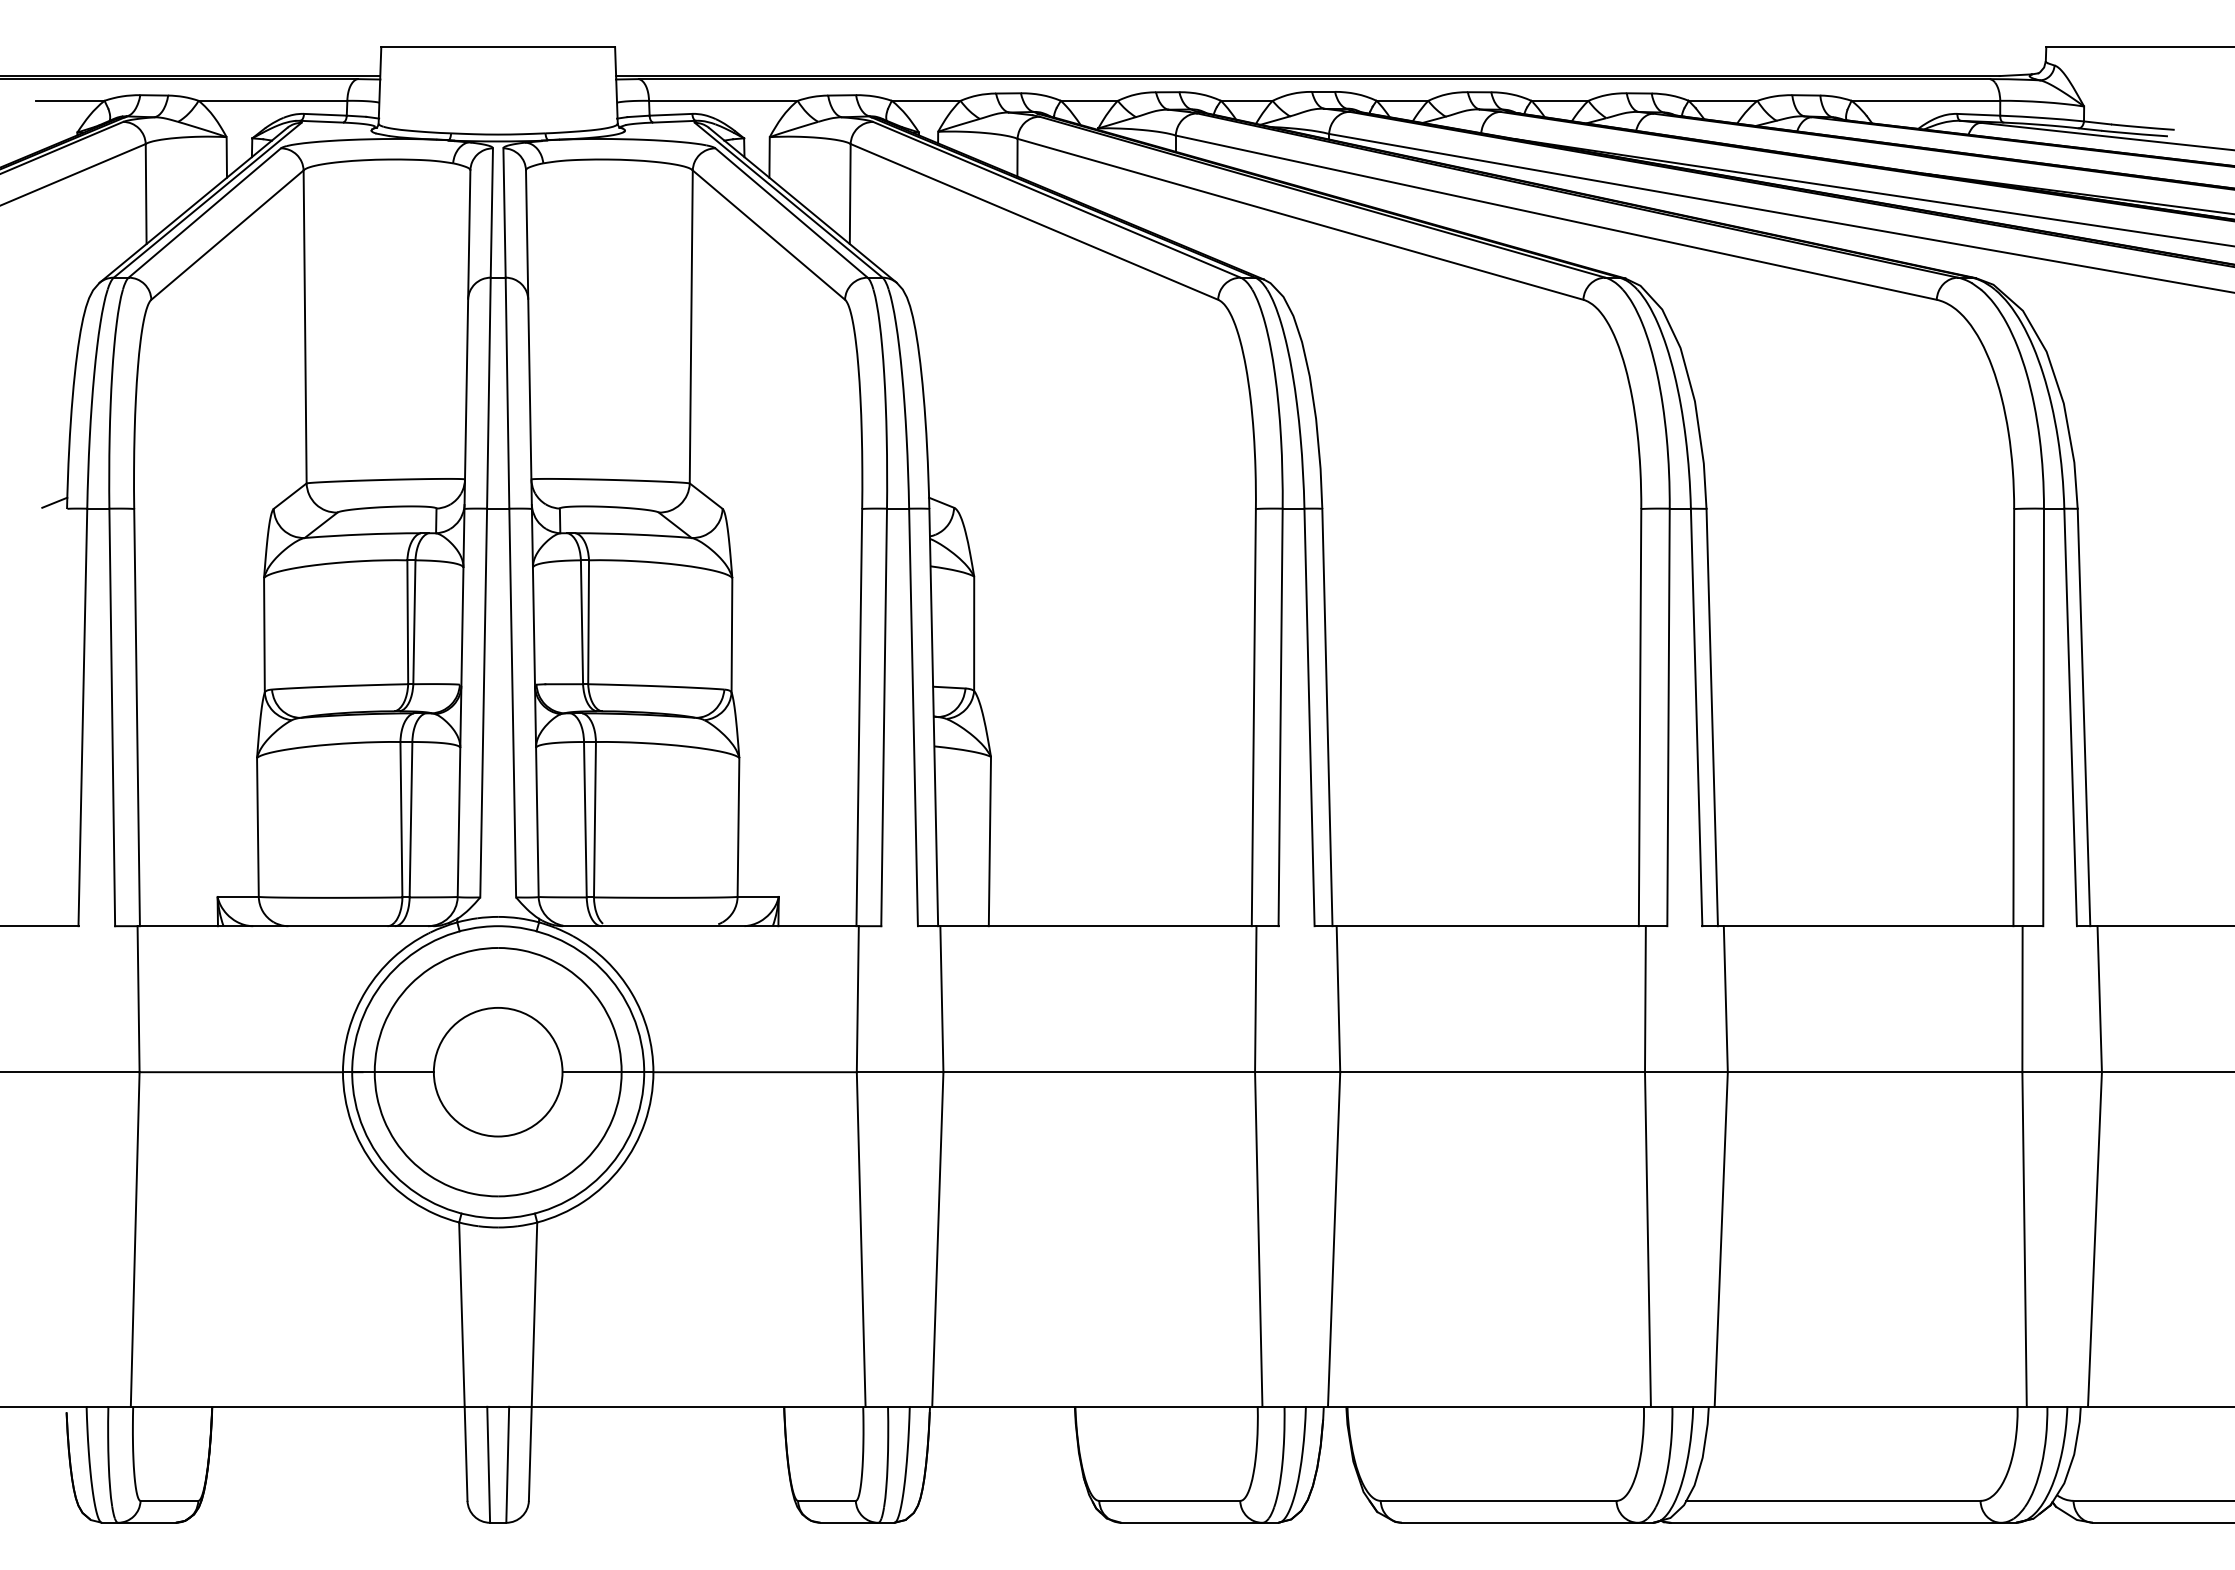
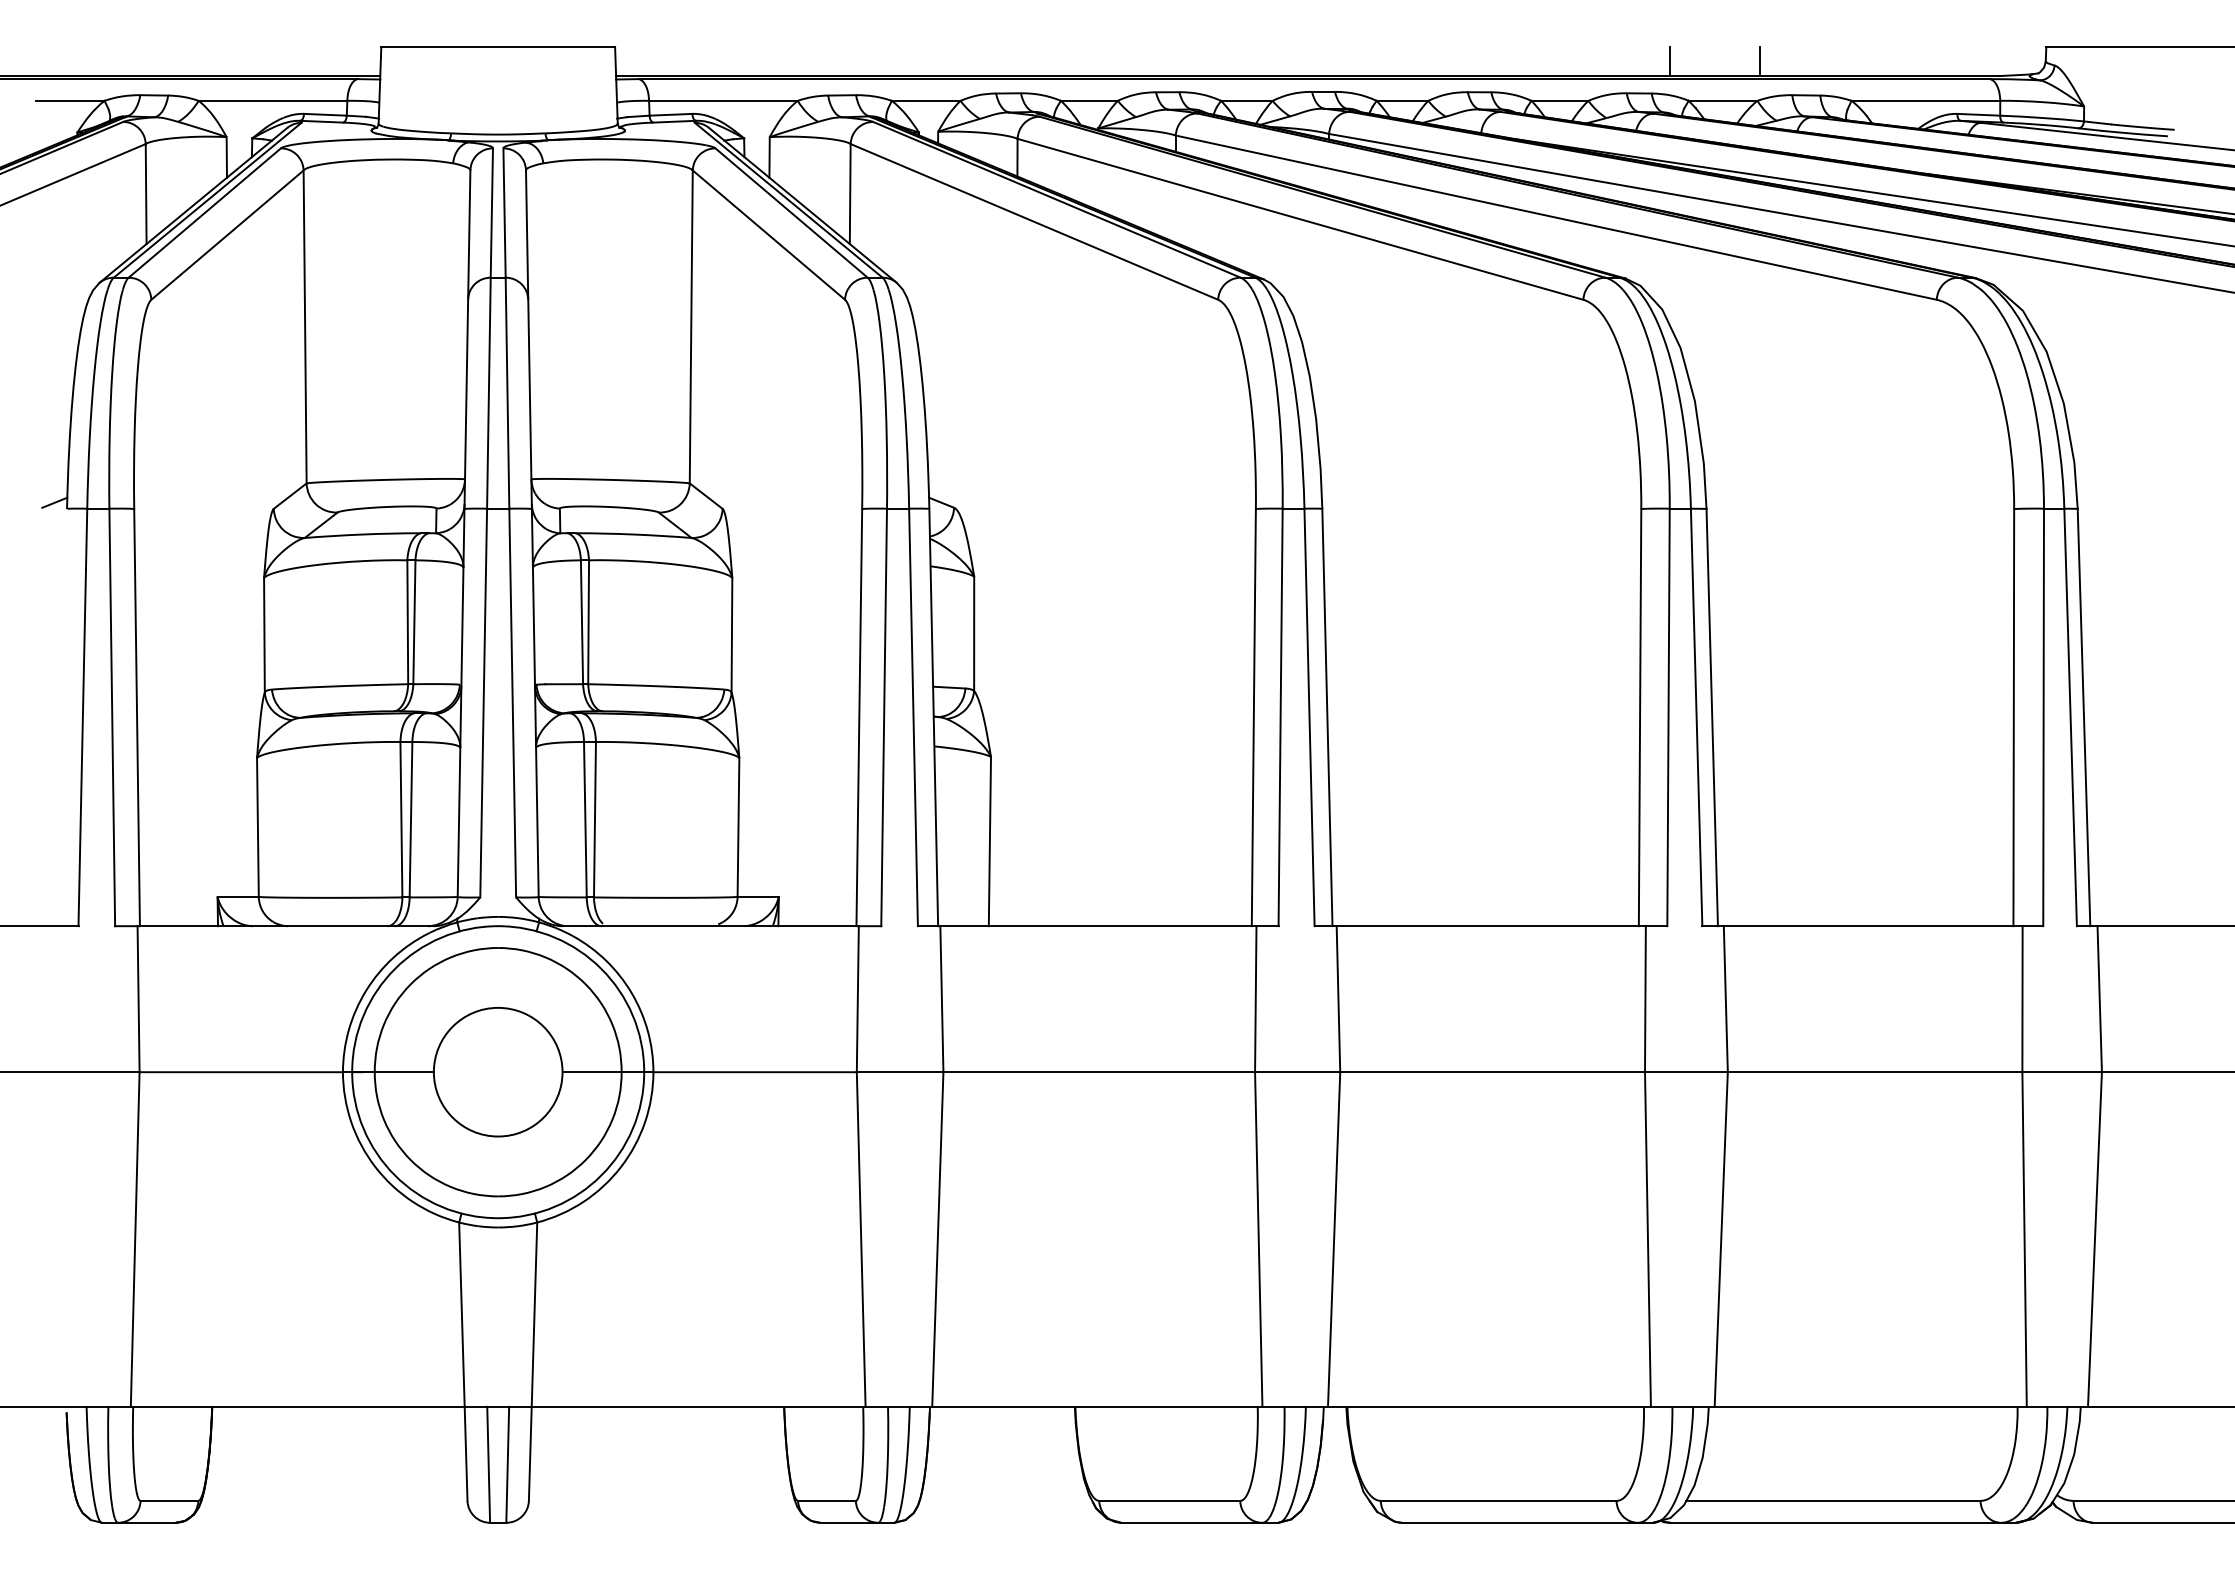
line at (1669, 61): none -> present
line at (1759, 61): none -> present
